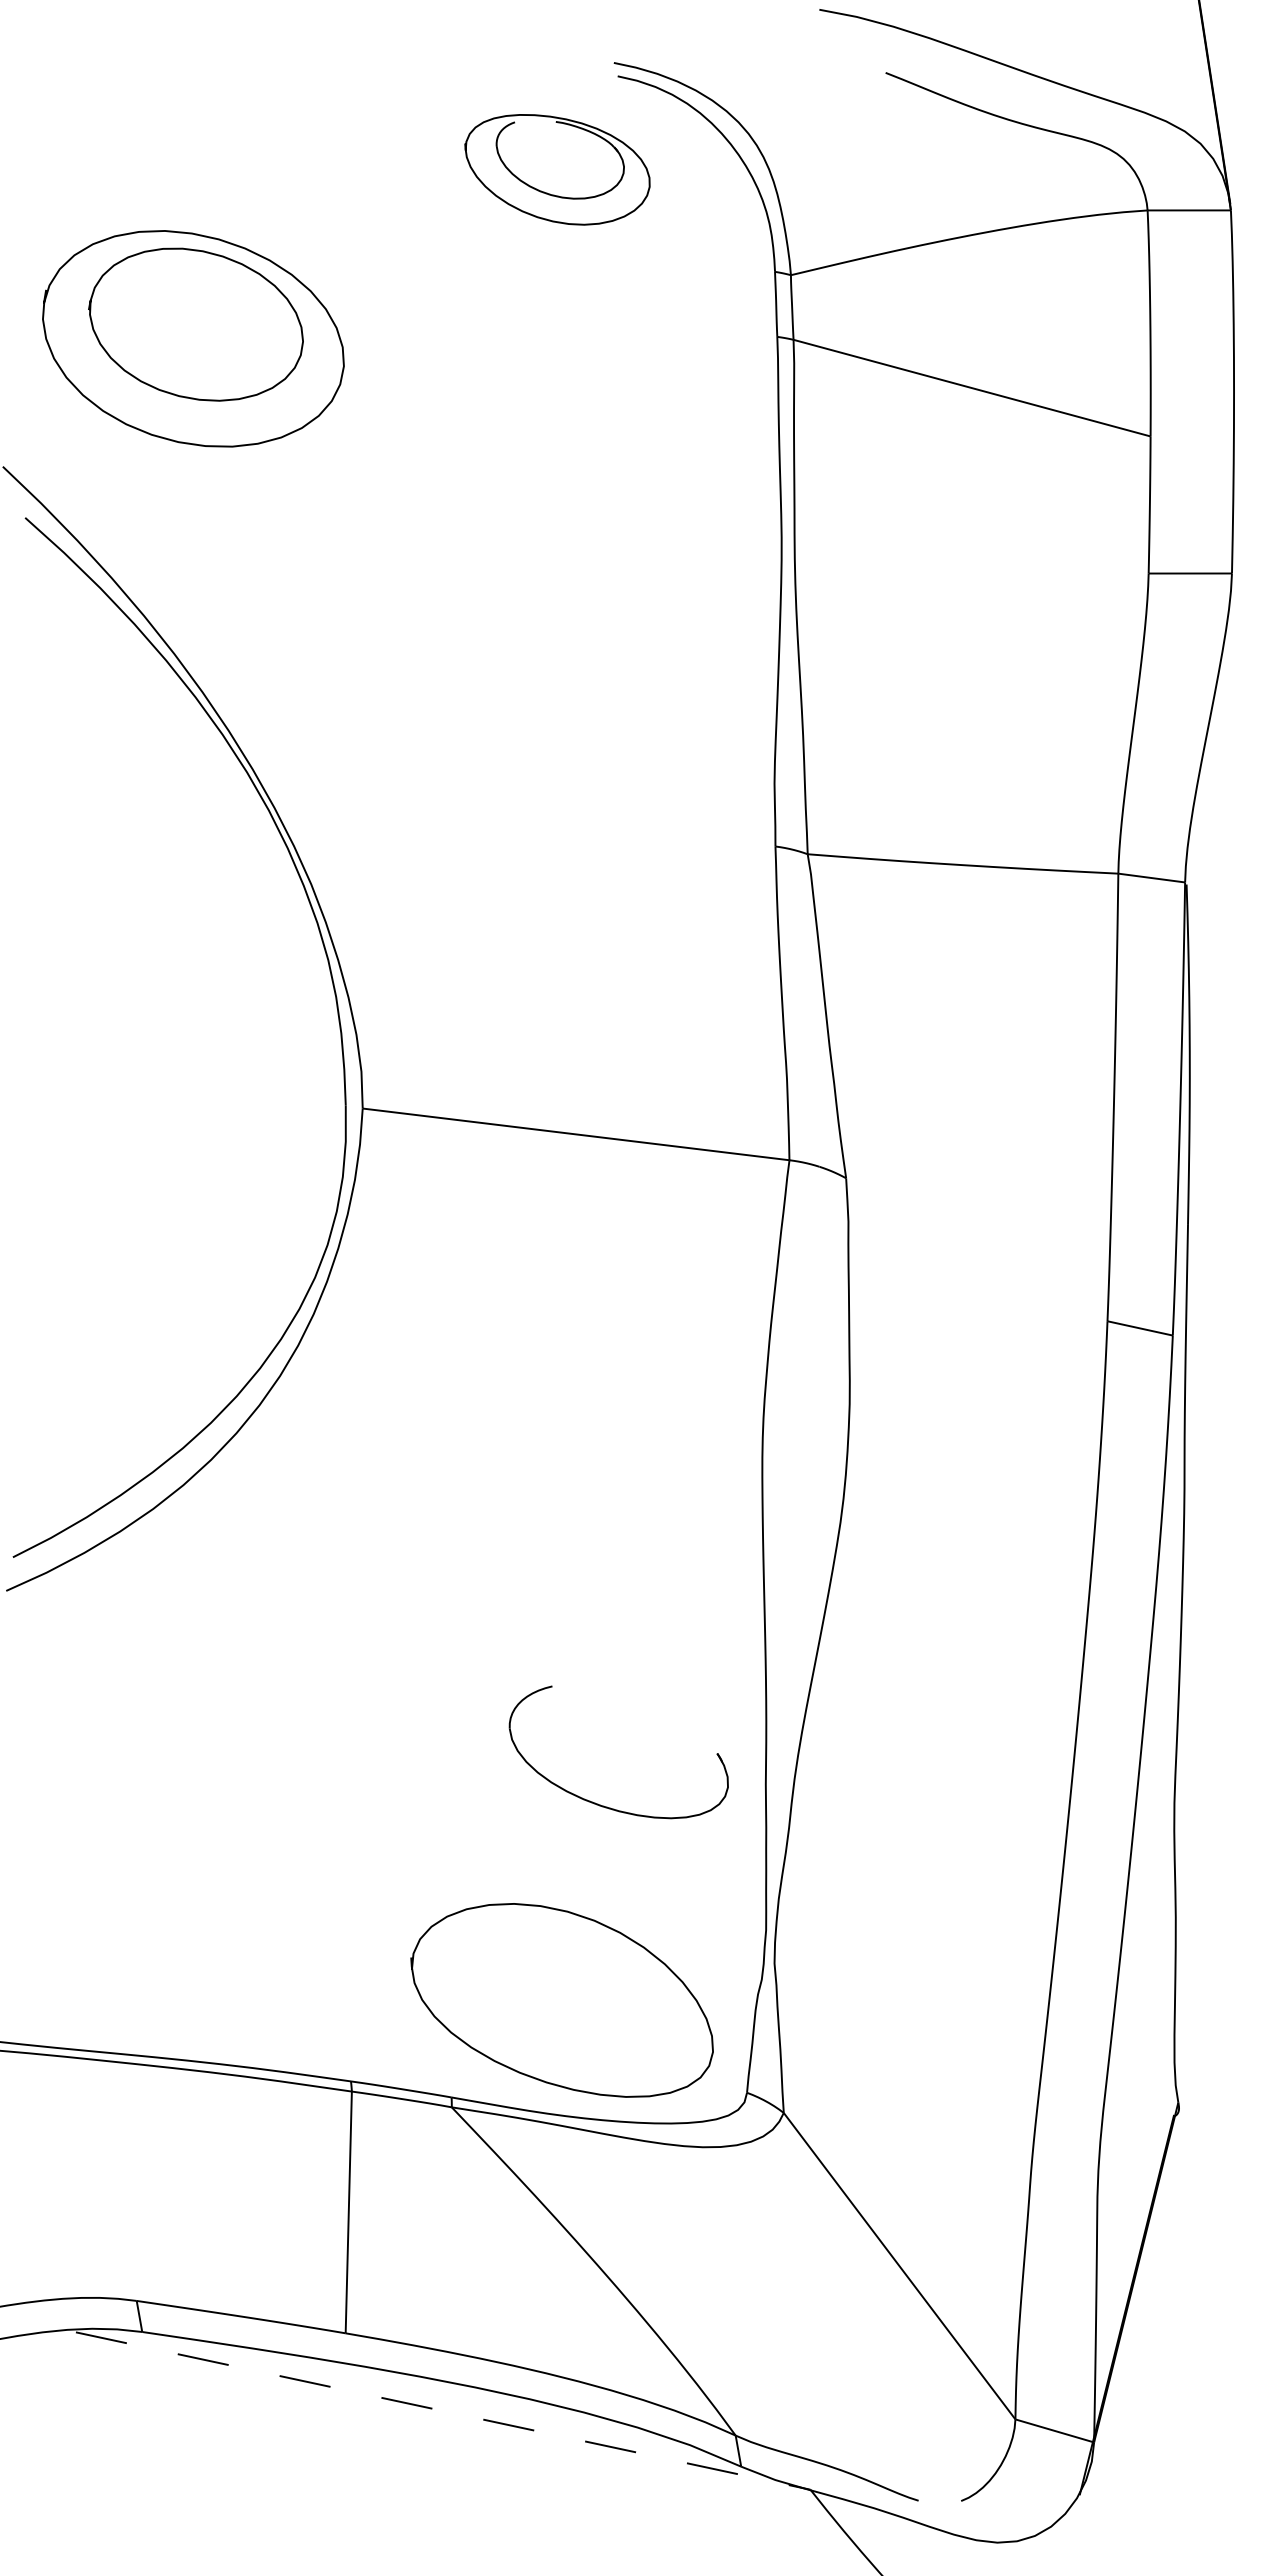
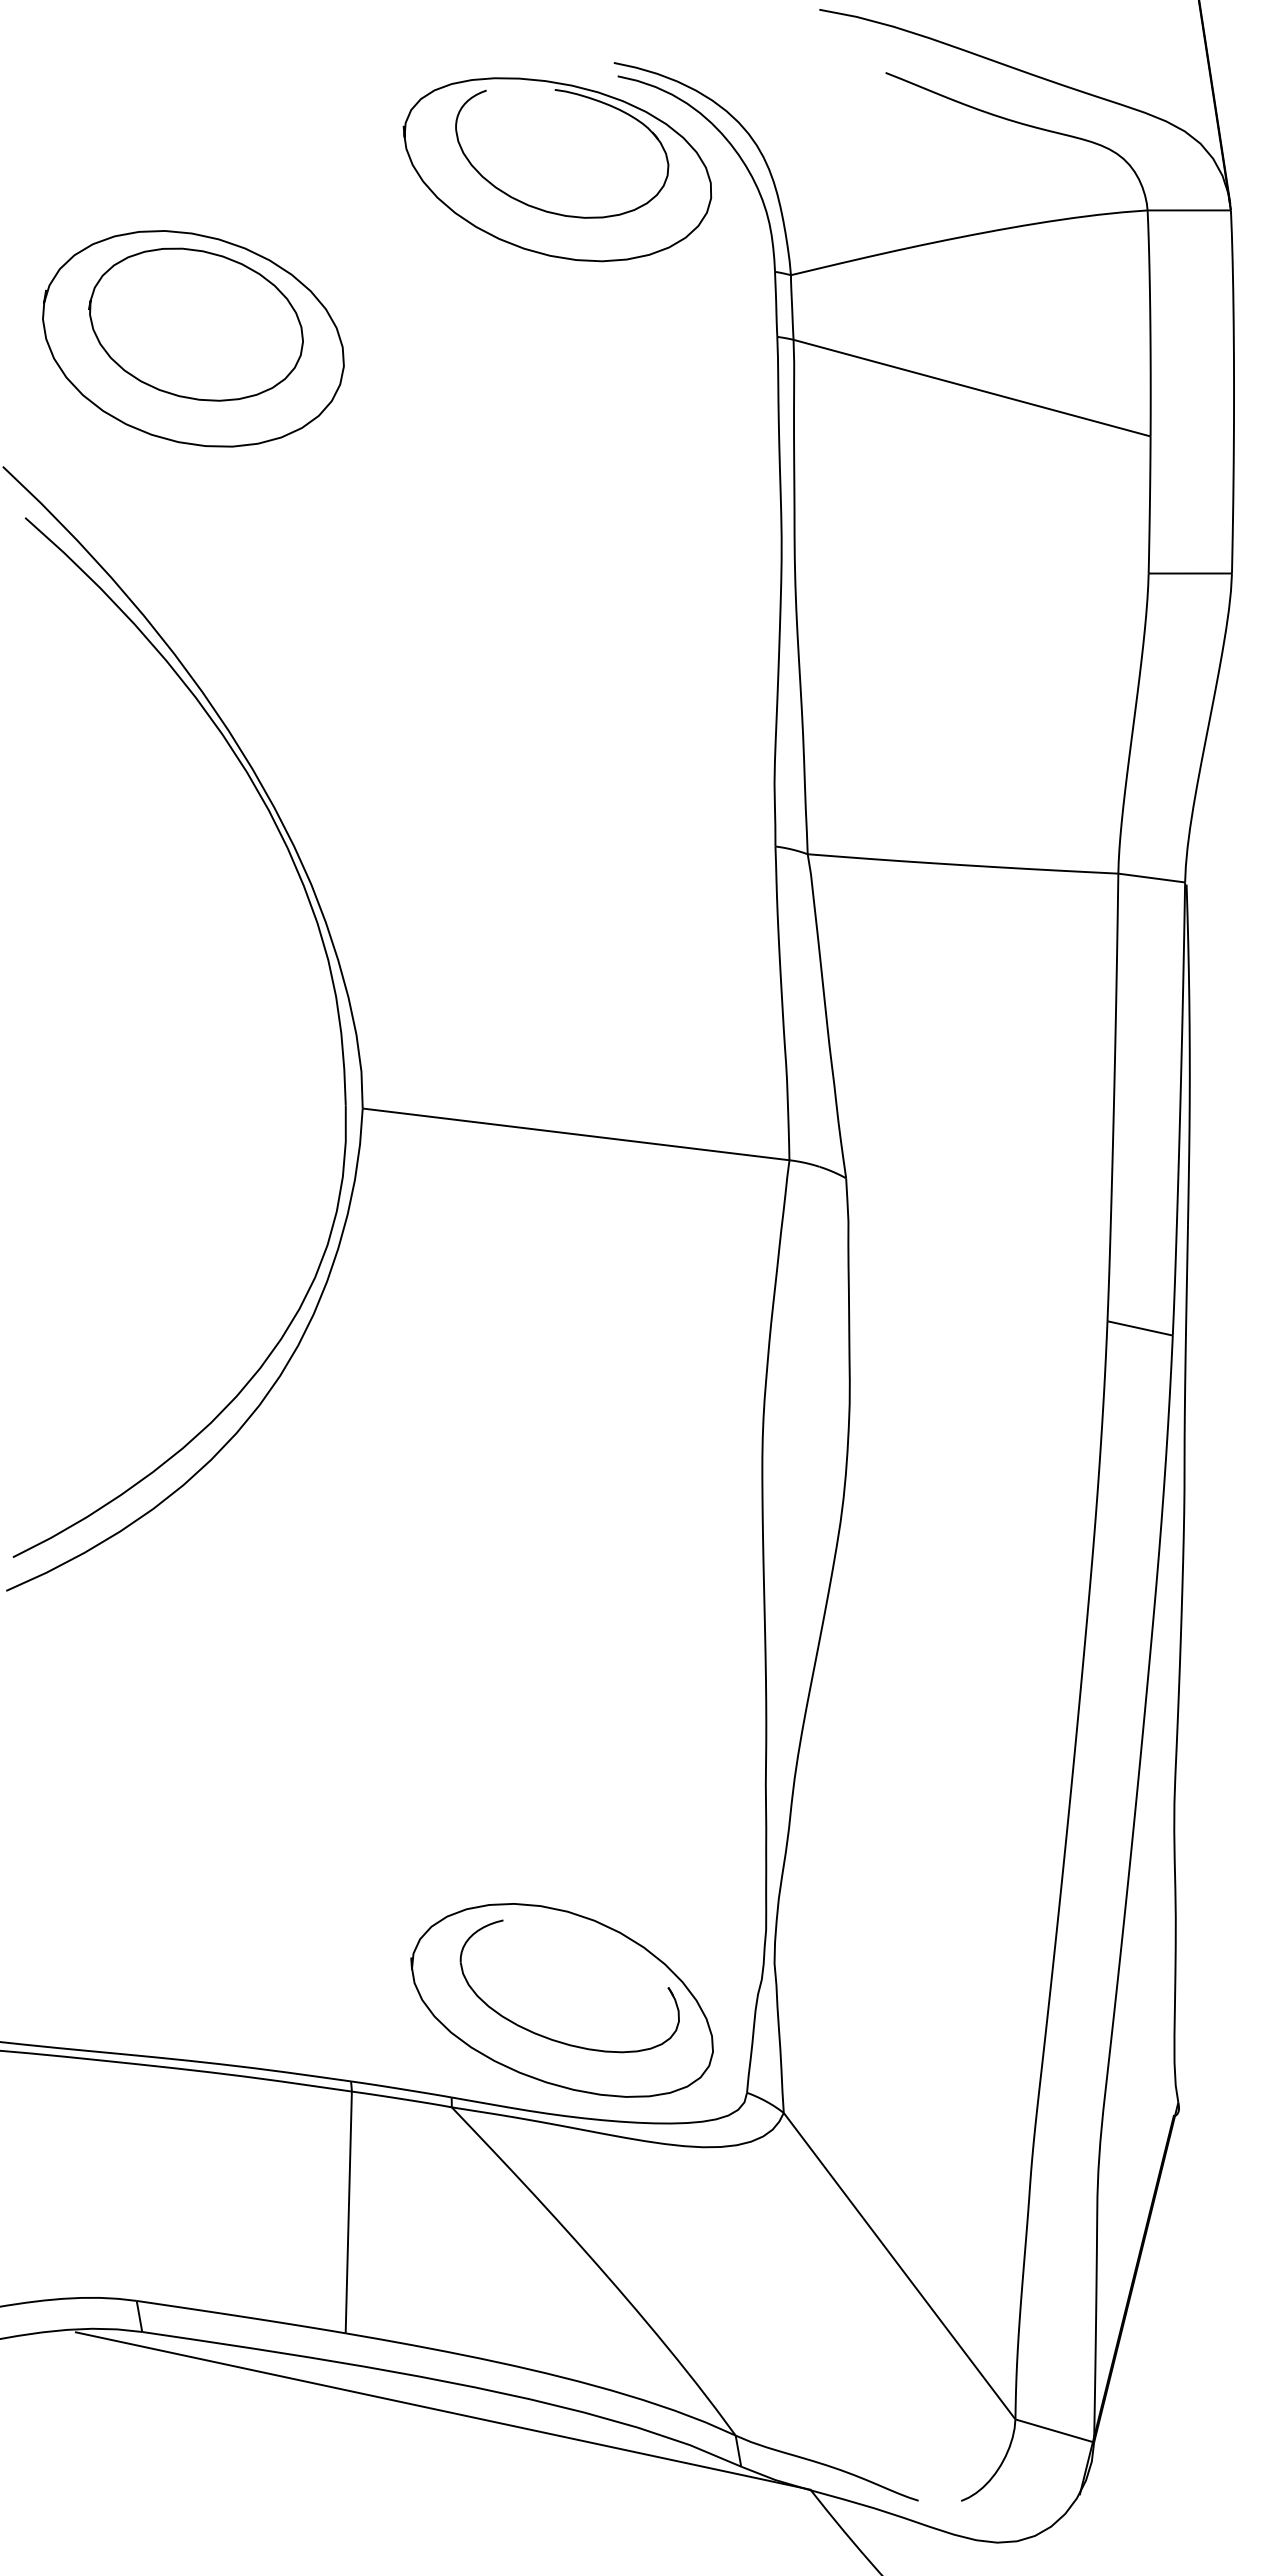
part at (557, 169) size: 187x112 px -> 311x186 px
part at (598, 1803) position: (598, 1803) -> (549, 2037)
line at (443, 2411): dashed -> solid
